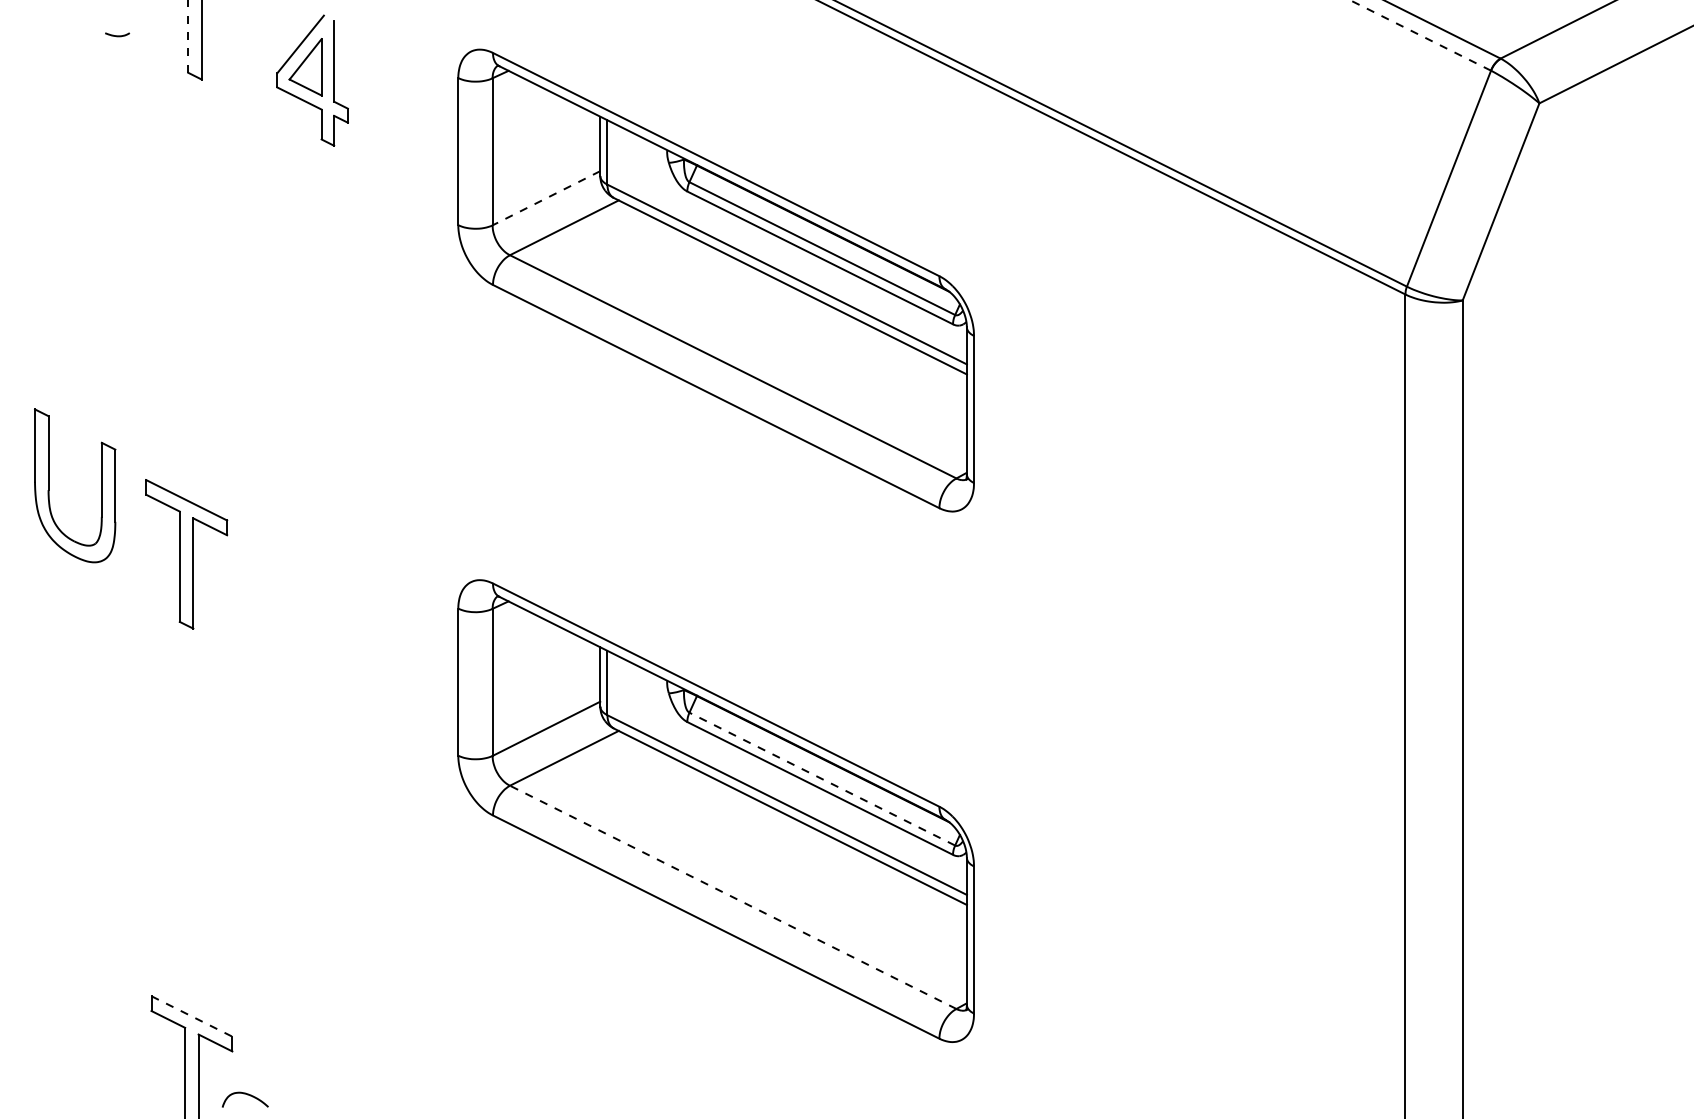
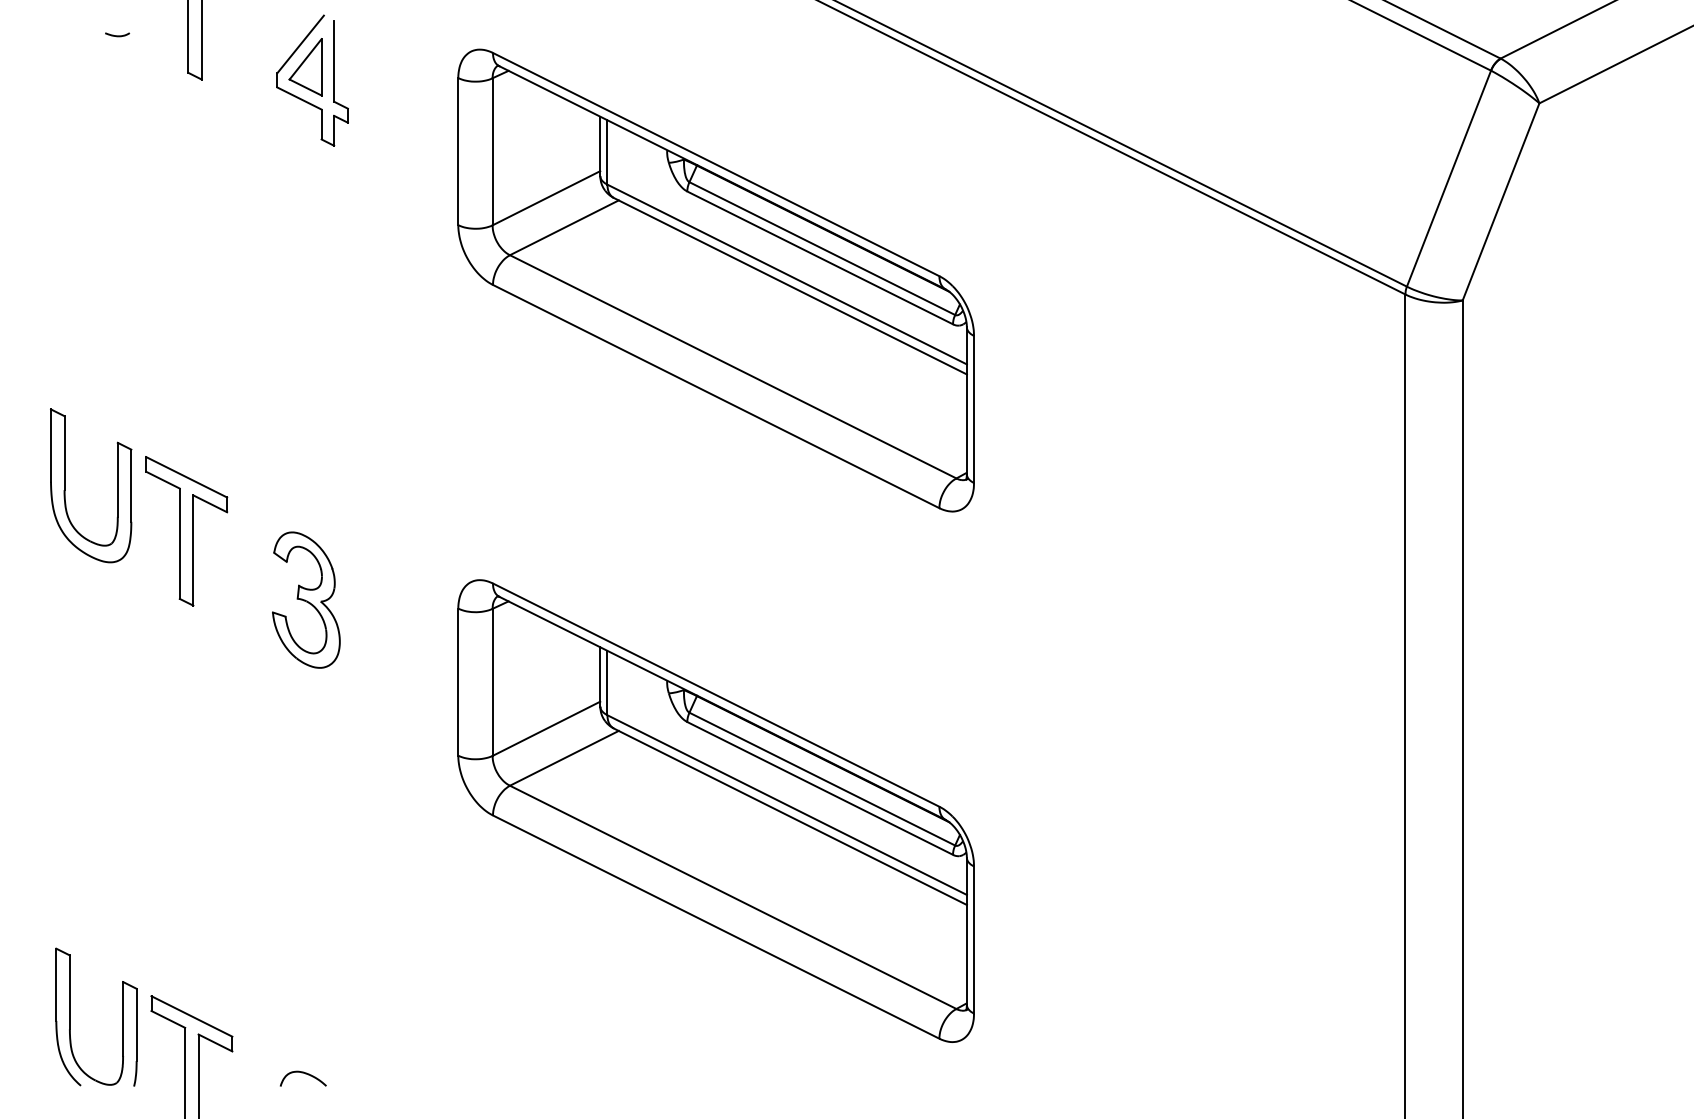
line at (1420, 35): dashed -> solid
line at (188, 36): dashed -> solid
line at (546, 198): dashed -> solid
part at (49, 485) position: (49, 485) -> (65, 485)
part at (186, 554) position: (186, 554) -> (186, 531)
part at (306, 599): none -> present
line at (822, 779): dashed -> solid
line at (733, 897): dashed -> solid
part at (70, 1016): none -> present
line at (192, 1016): dashed -> solid
curve at (247, 1095) position: (247, 1095) -> (305, 1074)
